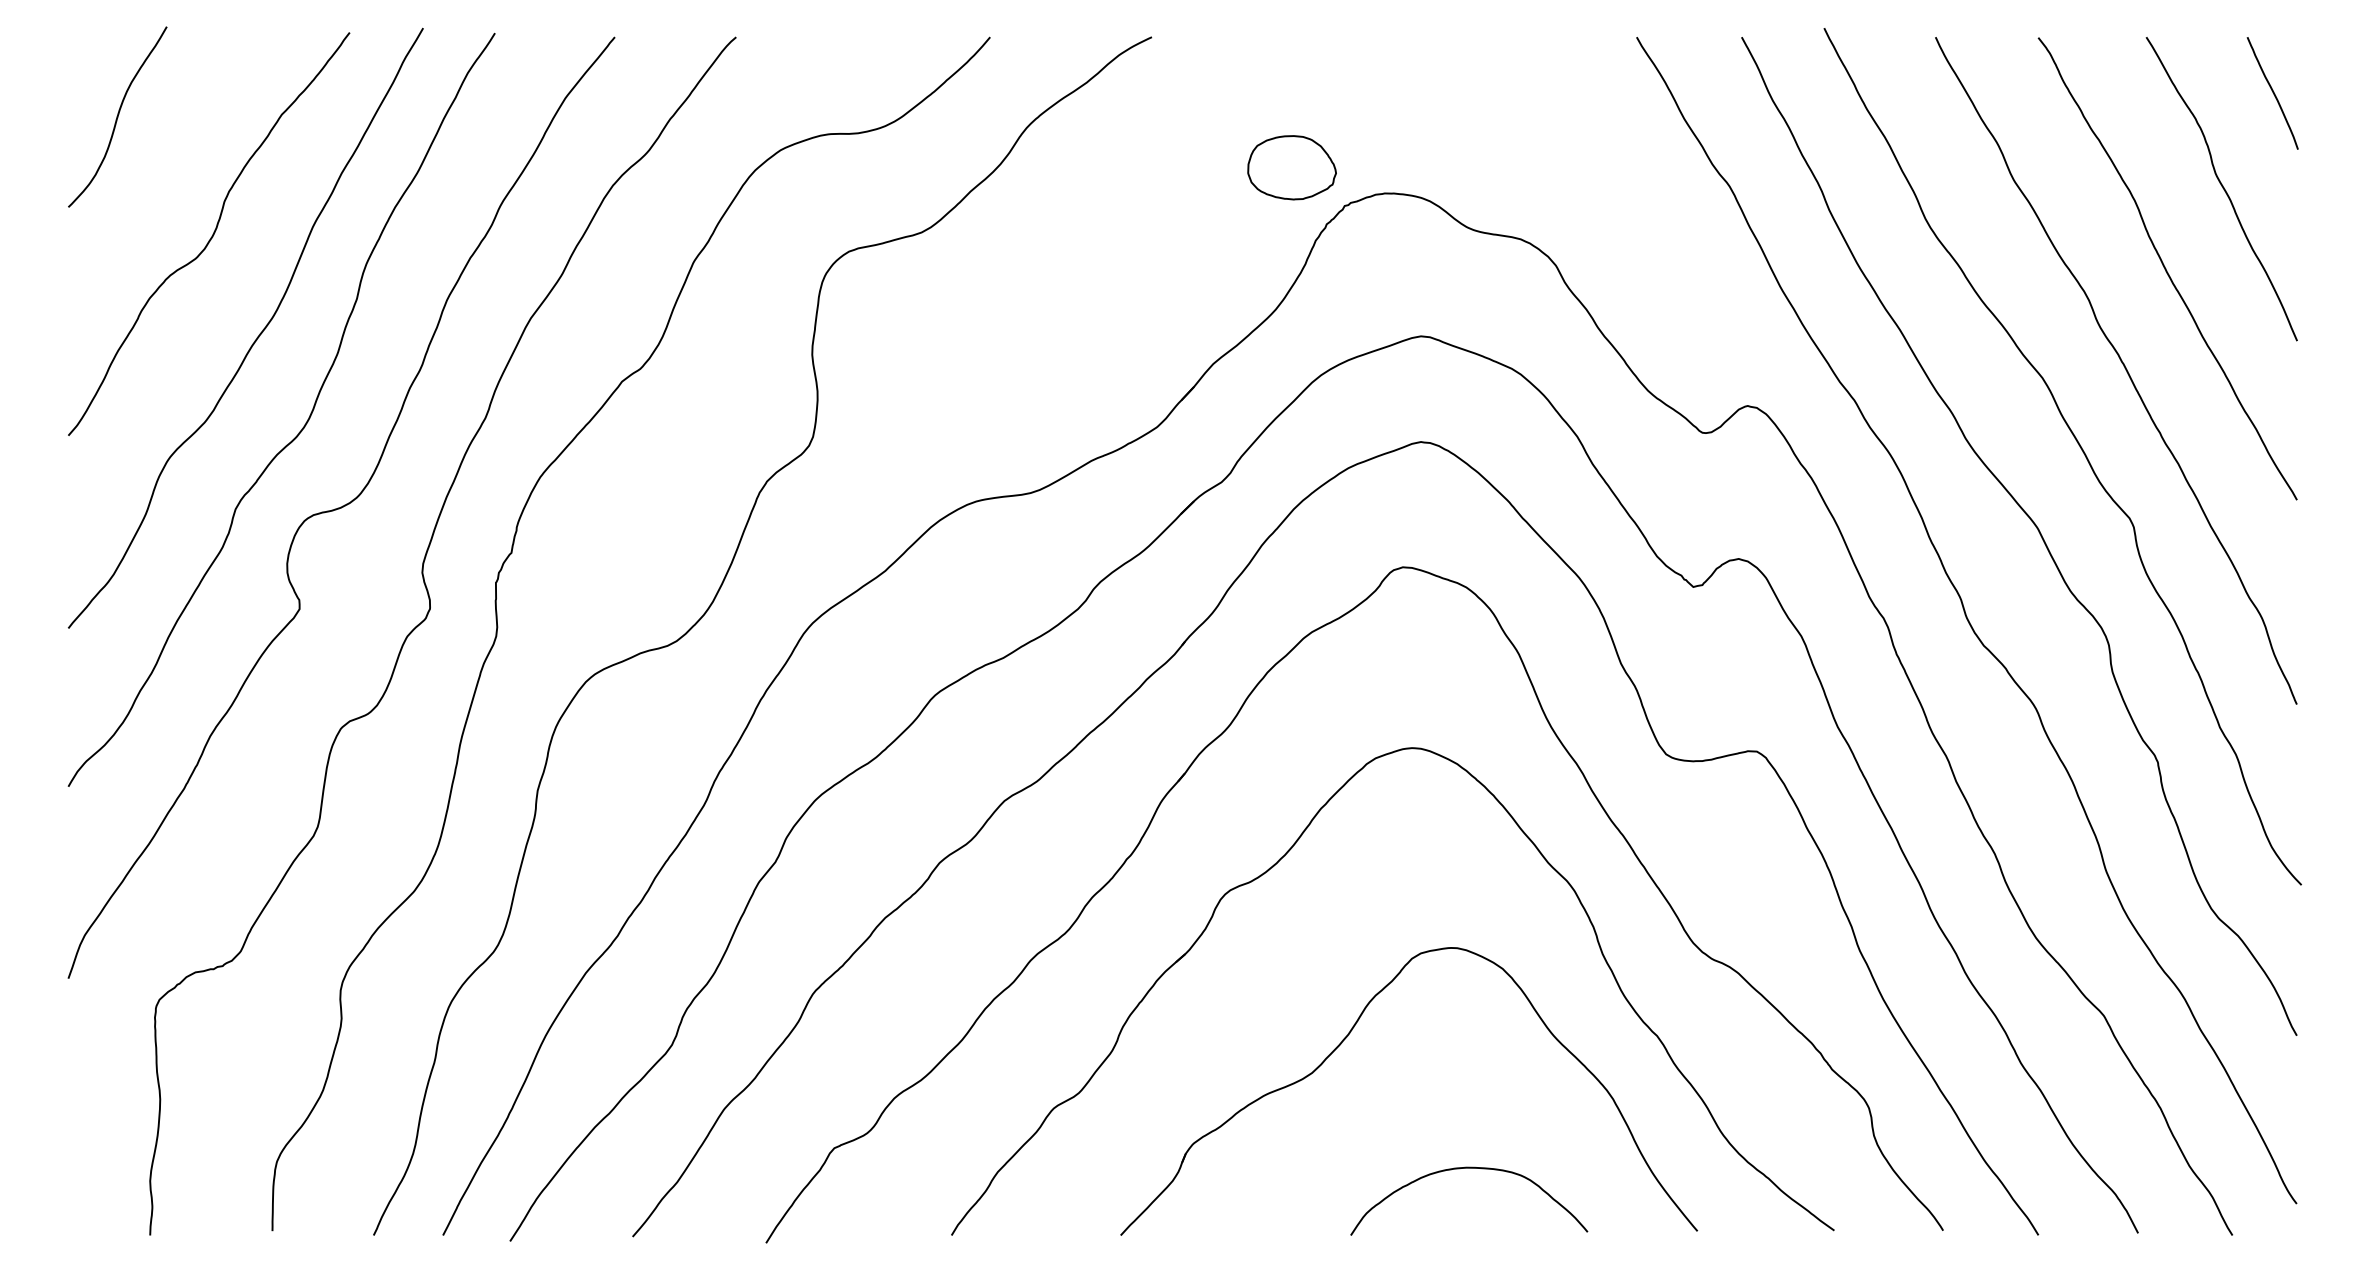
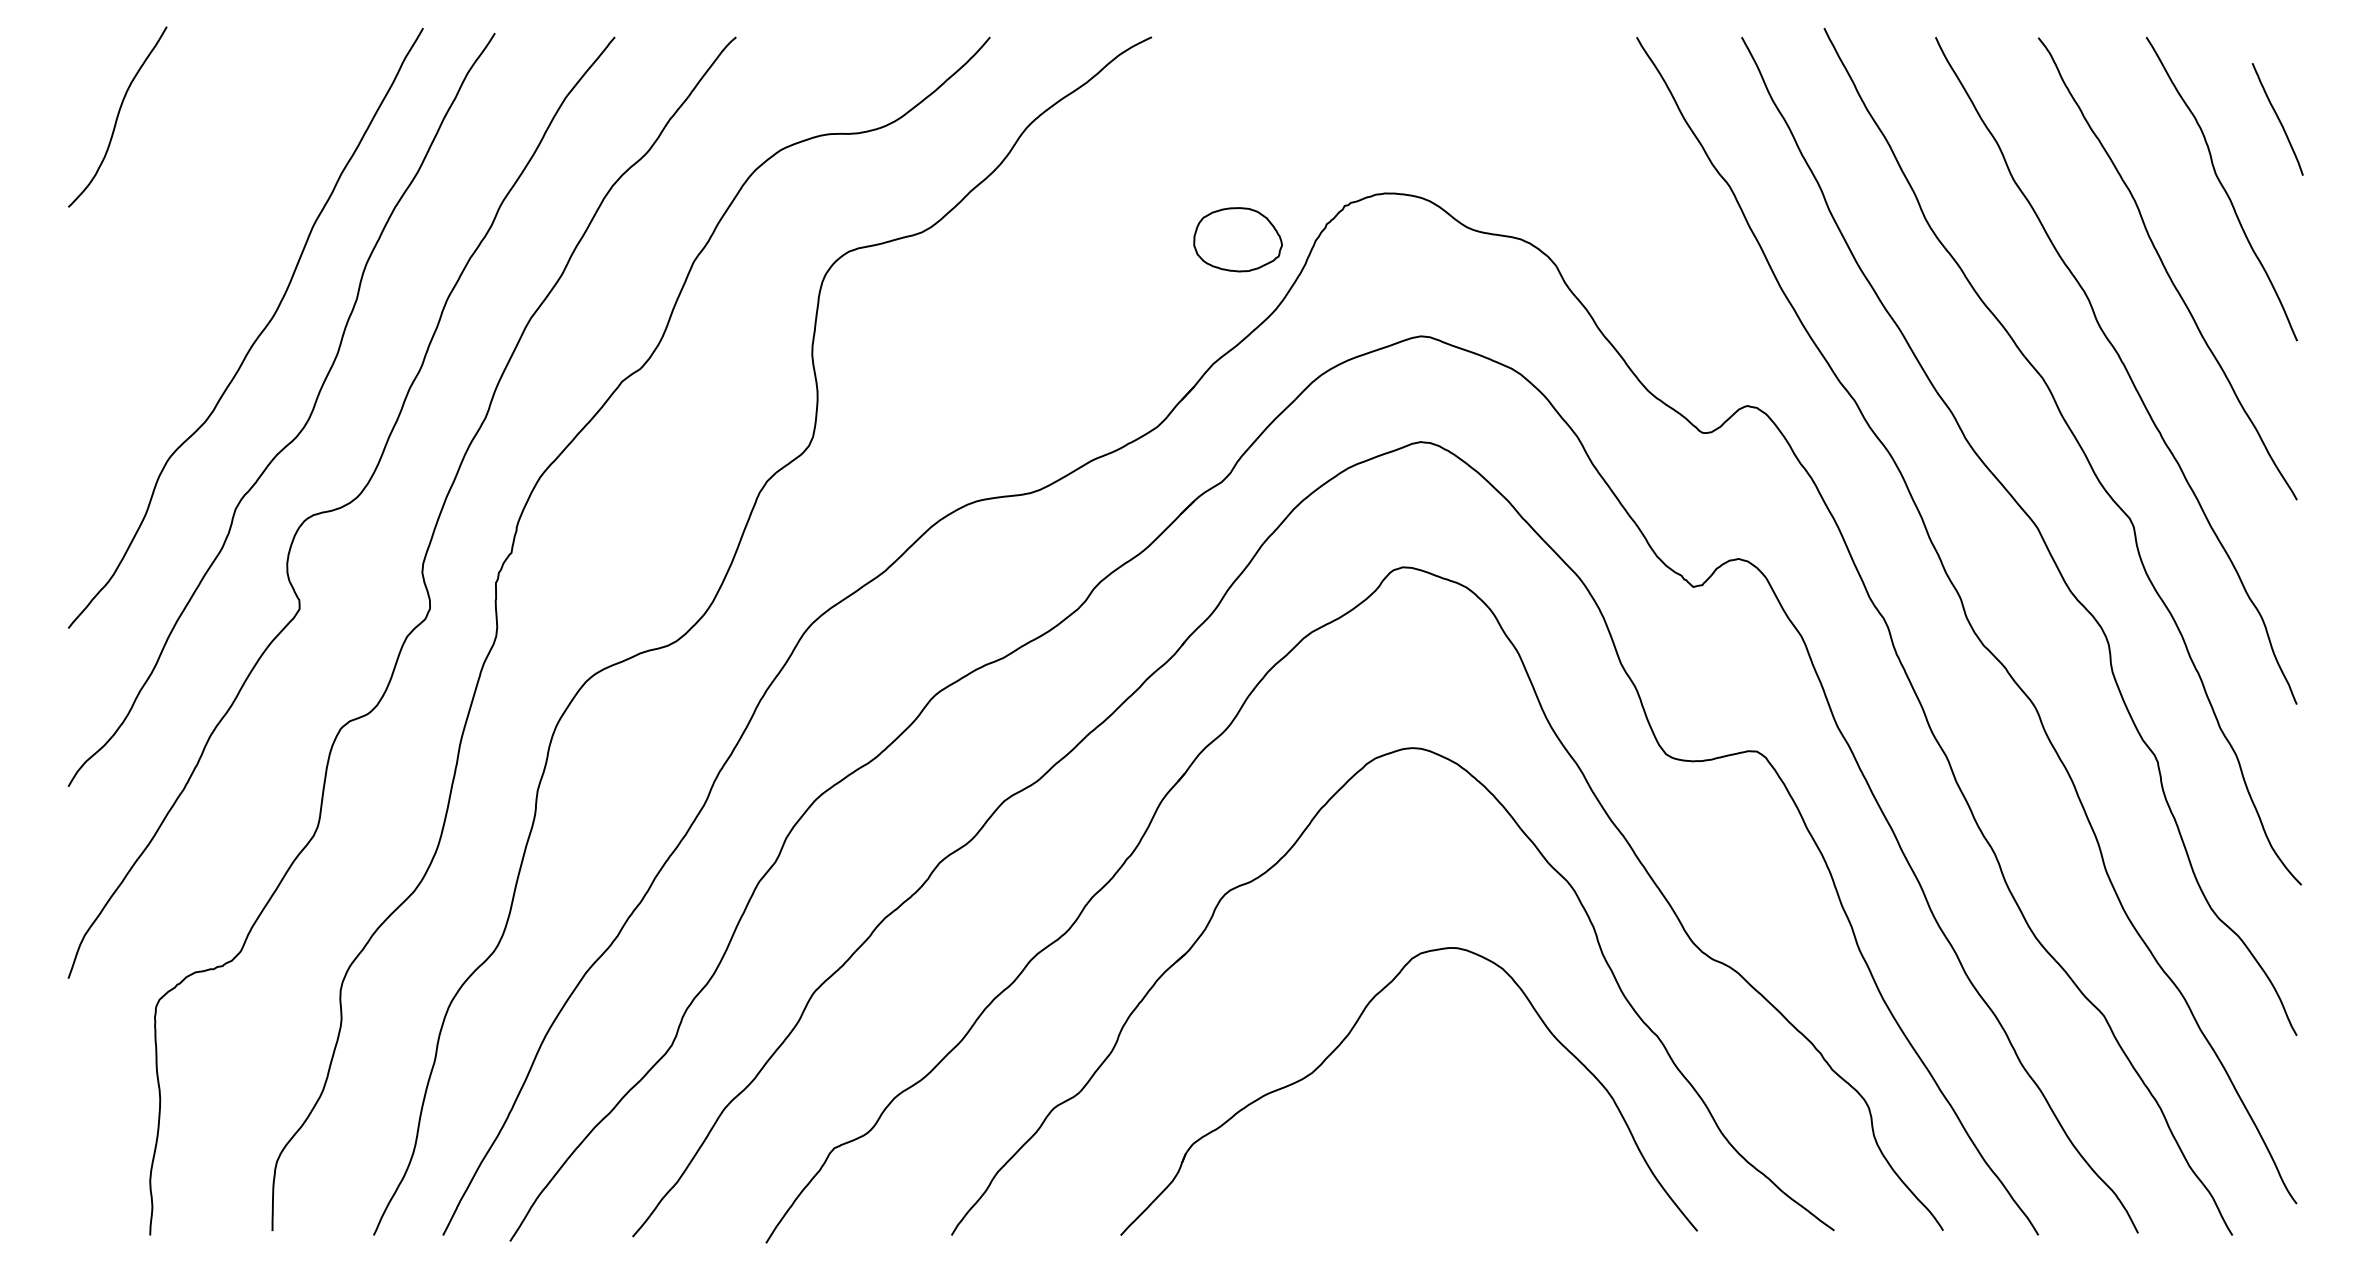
curve at (2272, 92) position: (2272, 92) -> (2277, 118)
part at (1291, 167) position: (1291, 167) -> (1237, 239)
curve at (212, 234): present -> none
curve at (1469, 1168): present -> none
